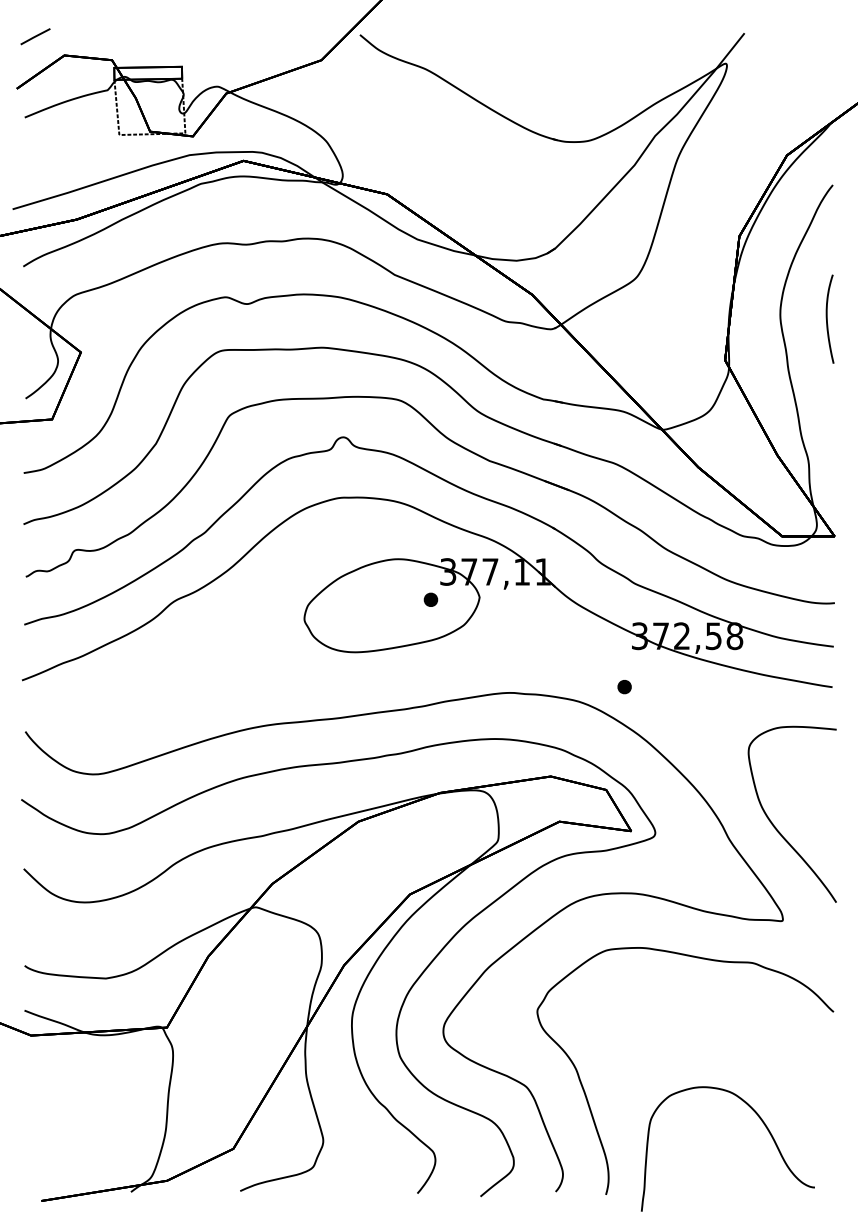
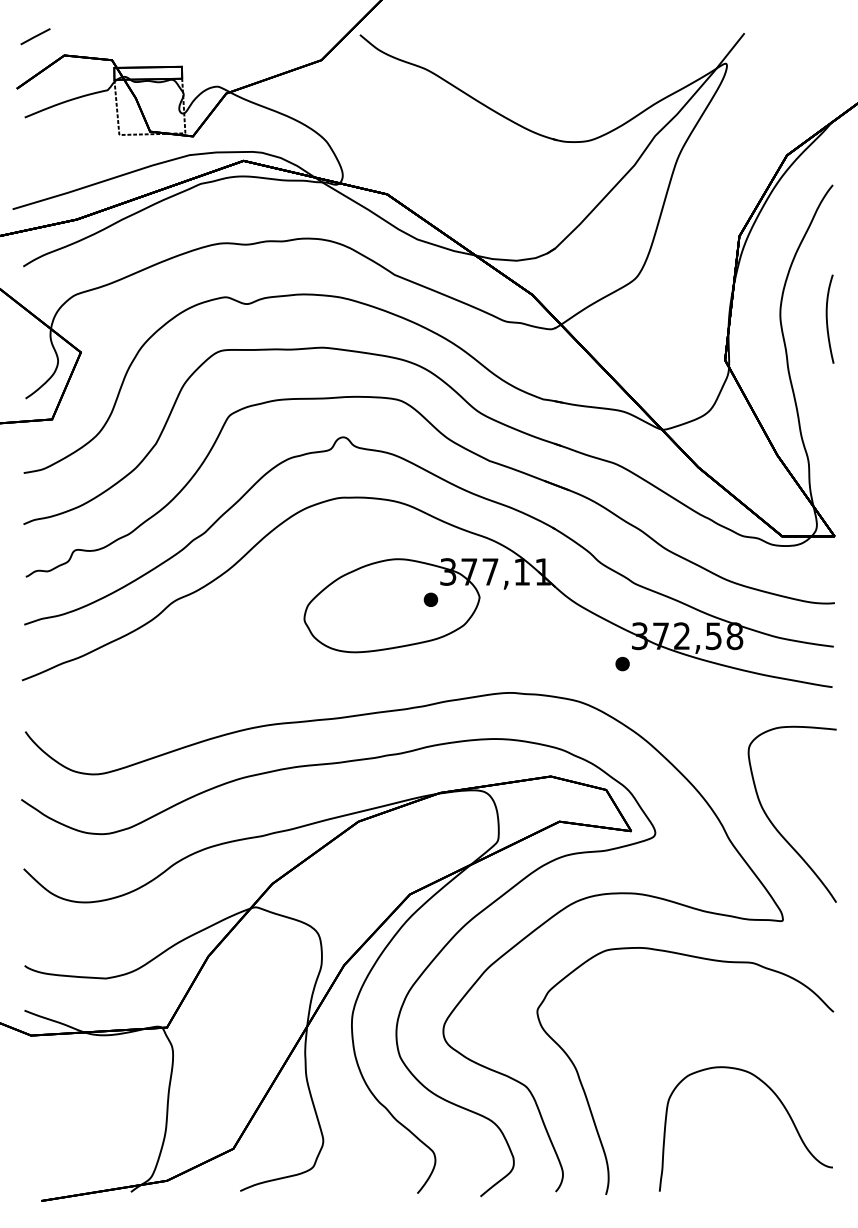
part at (624, 687) position: (624, 687) -> (622, 664)
curve at (763, 1124) position: (763, 1124) -> (781, 1104)
